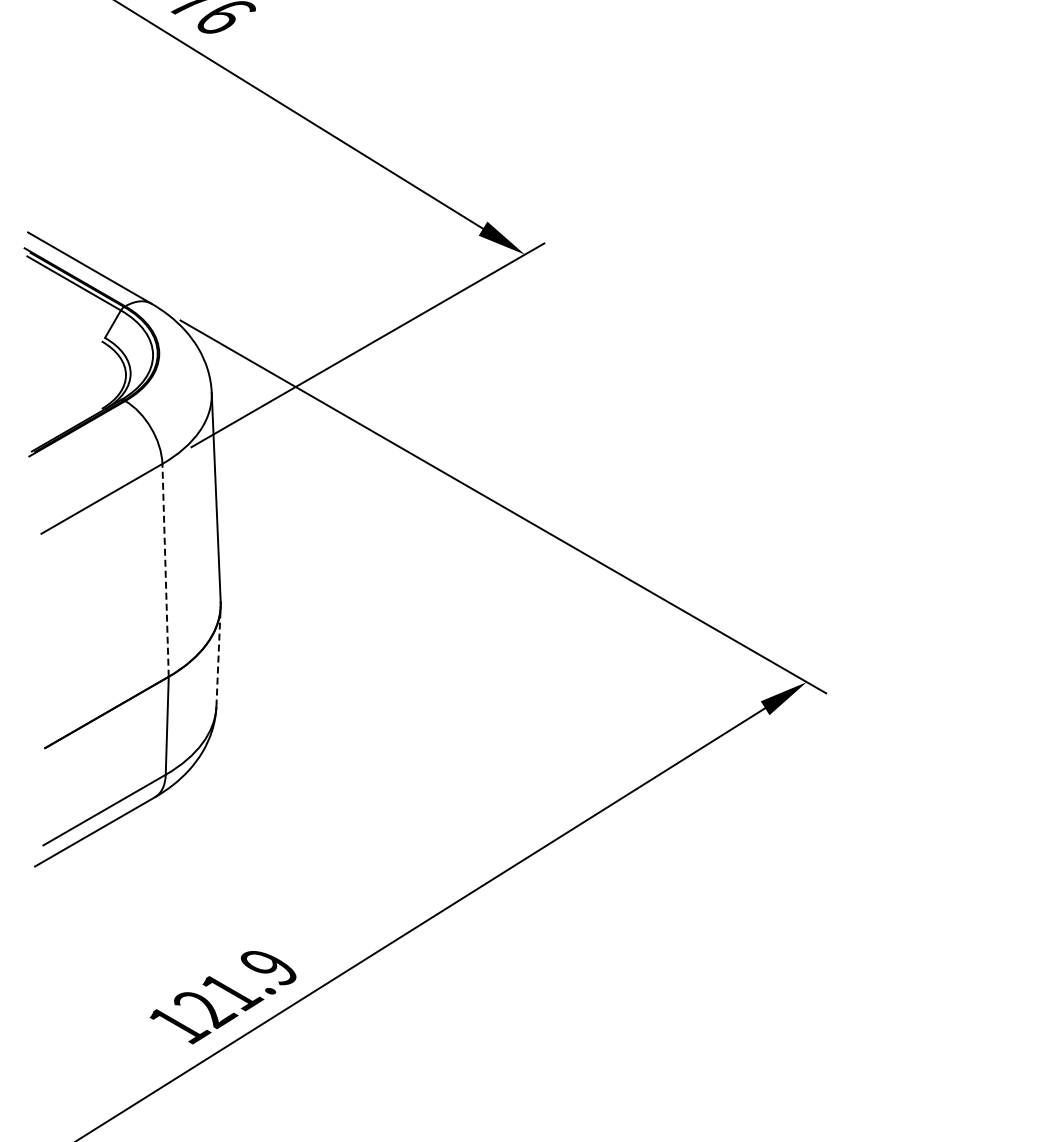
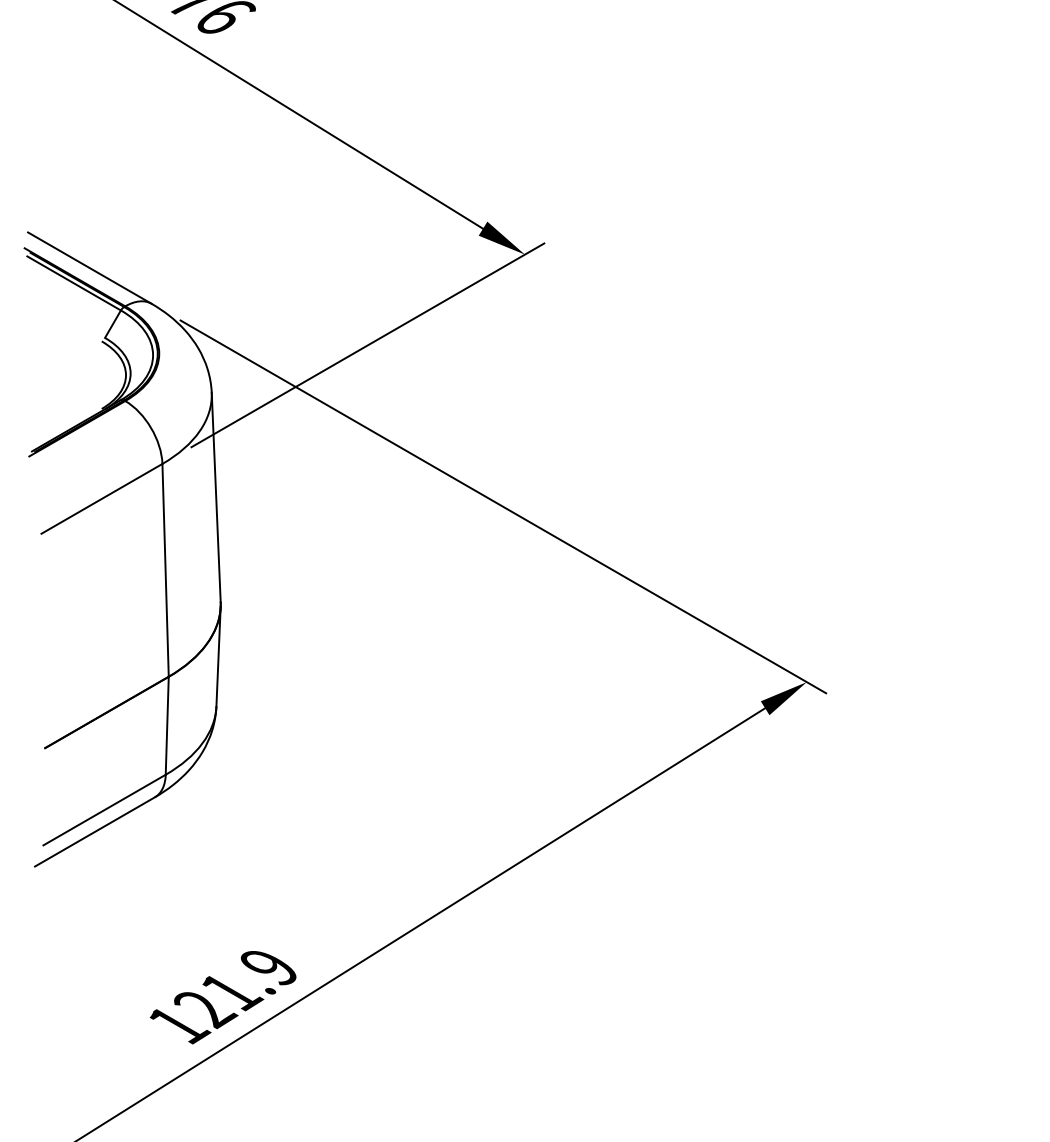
line at (165, 569): dashed -> solid
line at (218, 656): dashed -> solid
